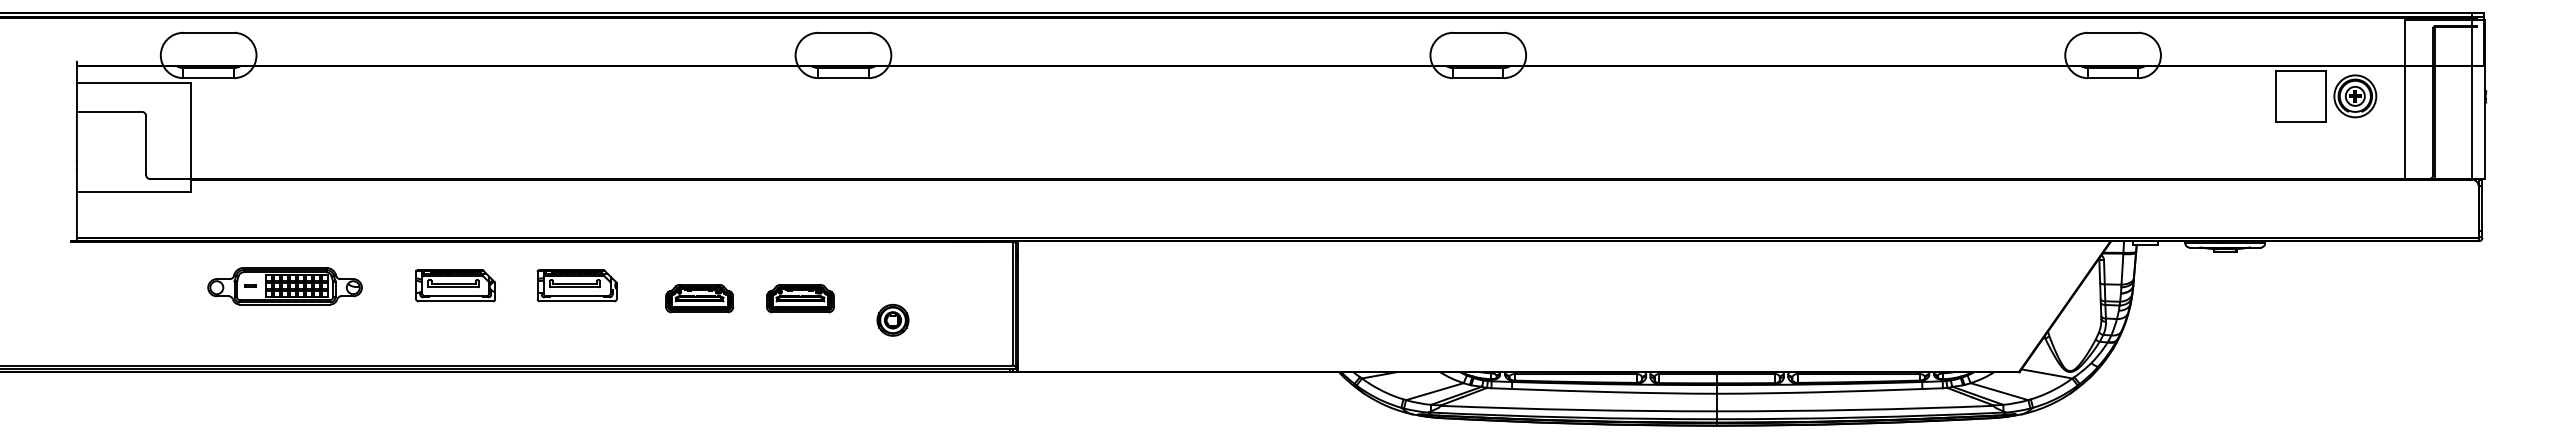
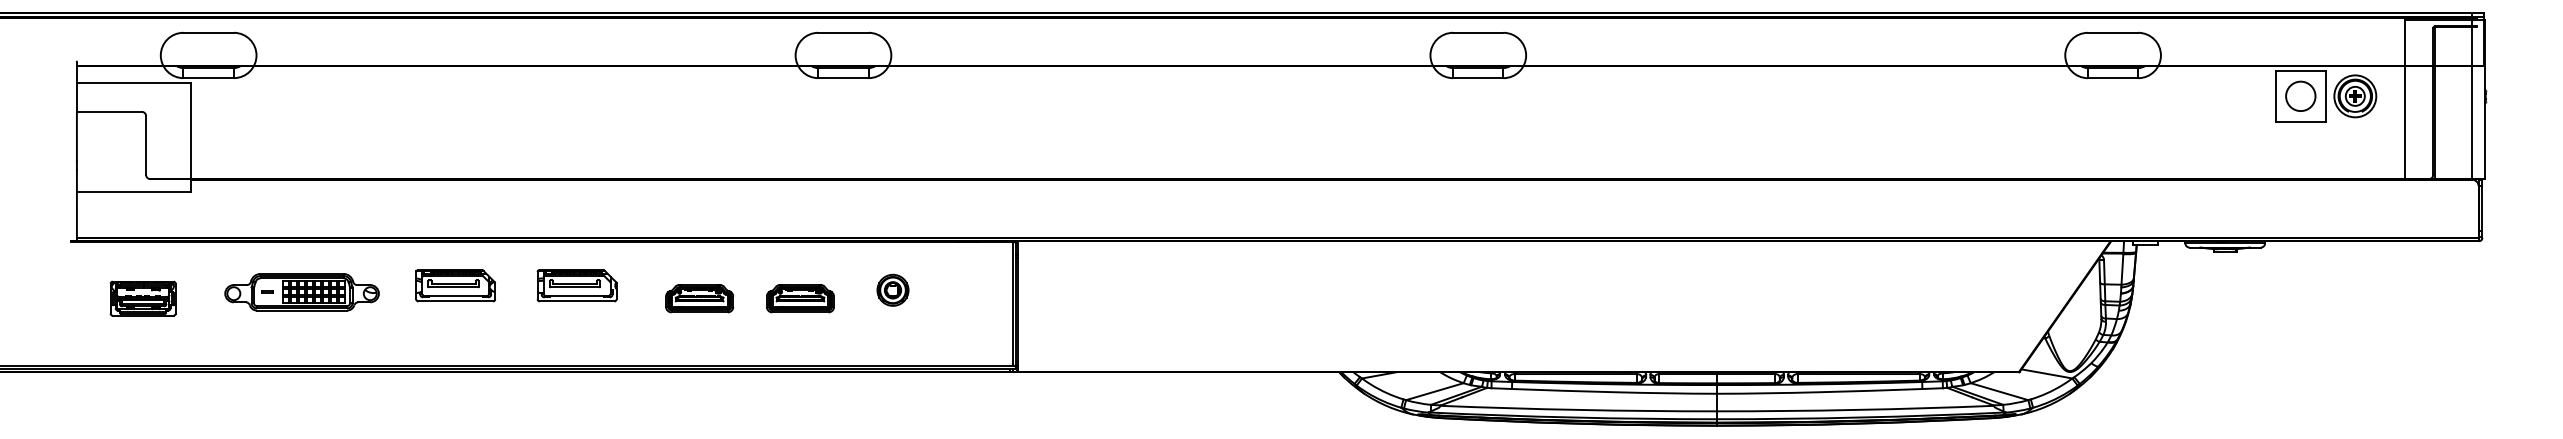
circle at (2300, 95): none -> present
part at (284, 286) position: (284, 286) -> (301, 292)
part at (142, 298): none -> present
part at (892, 319) position: (892, 319) -> (892, 289)
